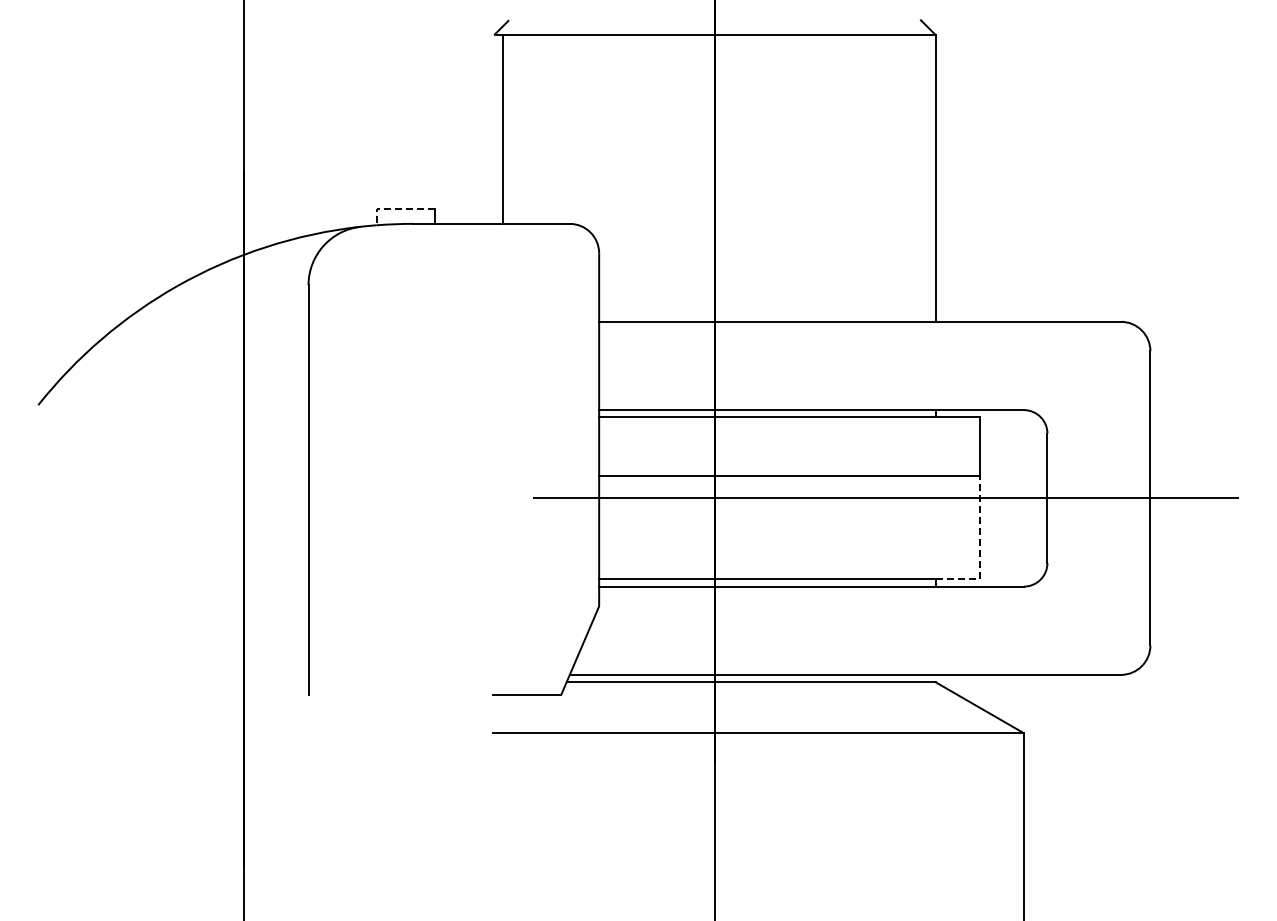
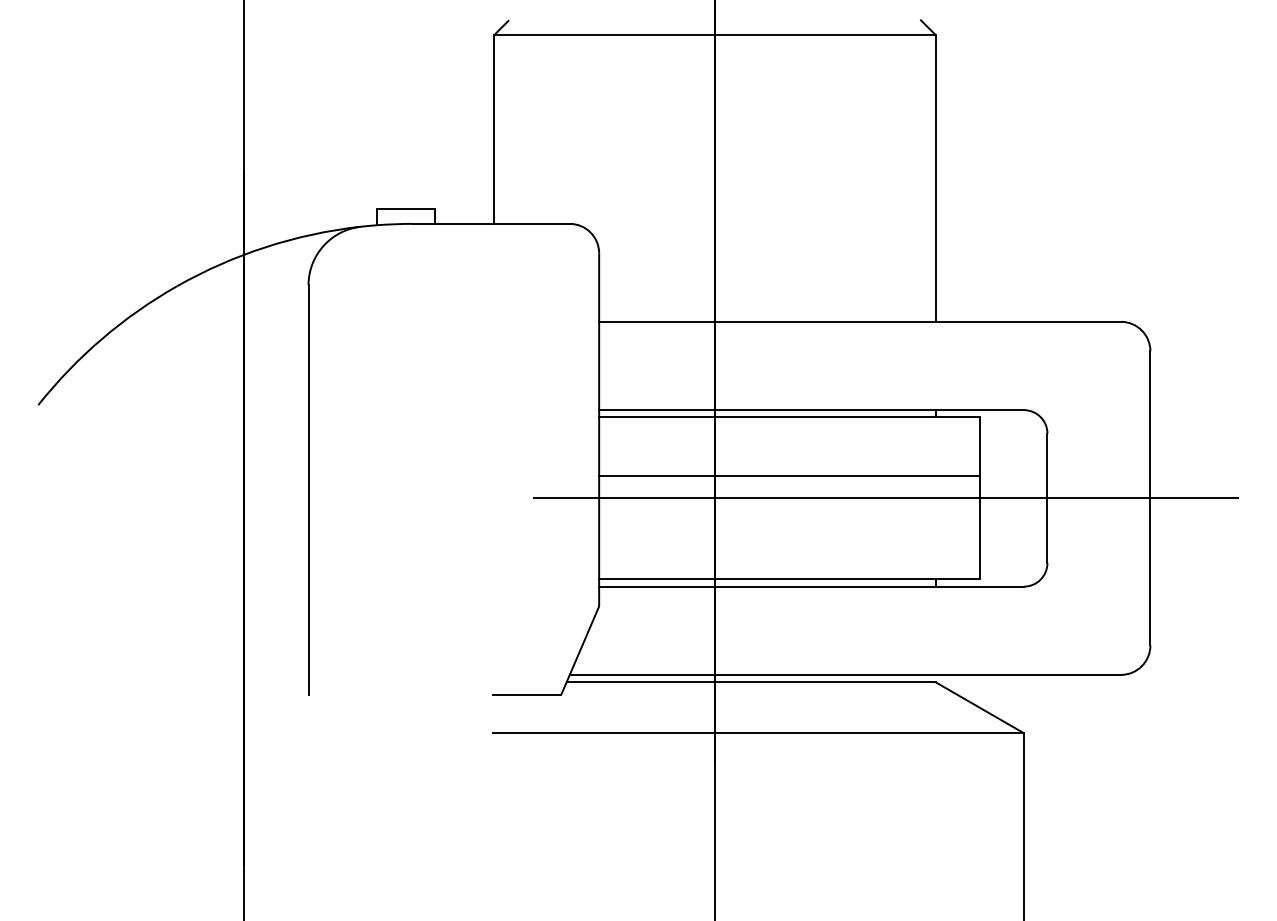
line at (503, 128) position: (503, 128) -> (494, 128)
line at (396, 209): dashed -> solid
line at (979, 550): dashed -> solid
